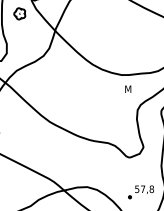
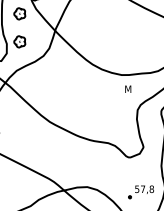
part at (19, 41): none -> present
